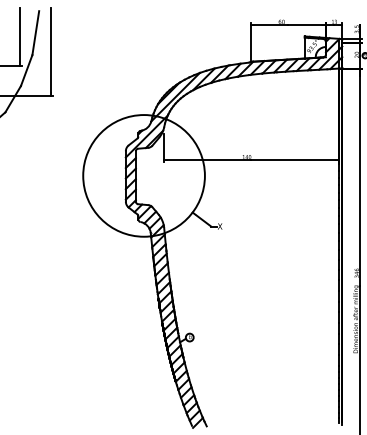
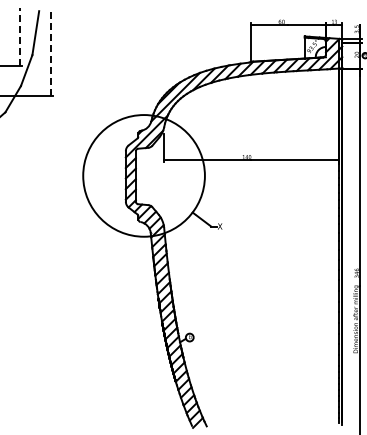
line at (19, 37): solid -> dashed
line at (51, 52): solid -> dashed
